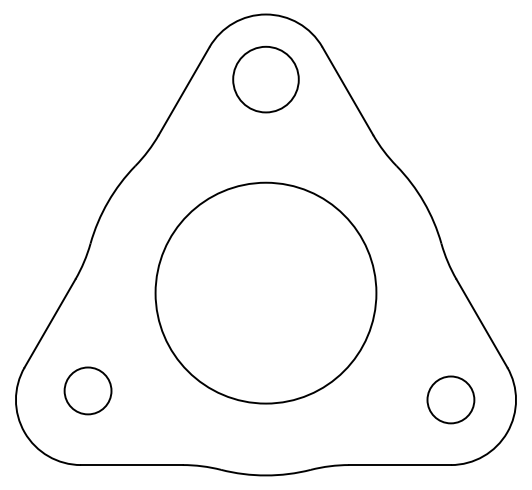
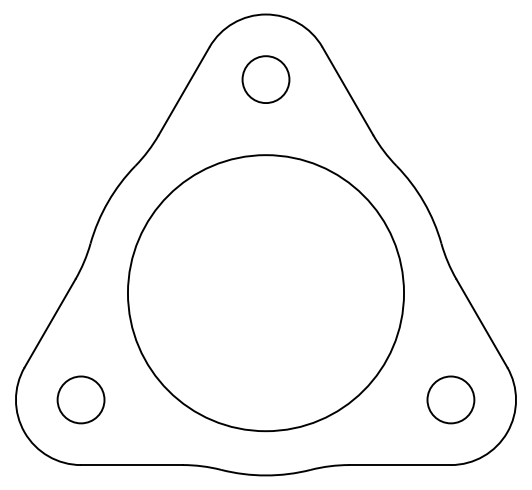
circle at (265, 79) diameter: 66 px -> 47 px
circle at (265, 292) diameter: 221 px -> 276 px
circle at (87, 390) position: (87, 390) -> (80, 399)
